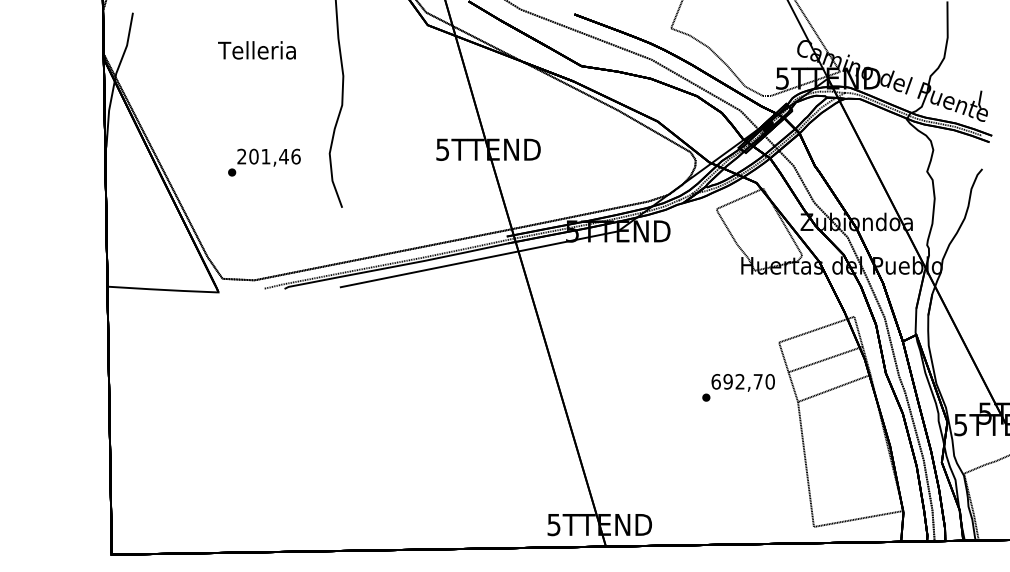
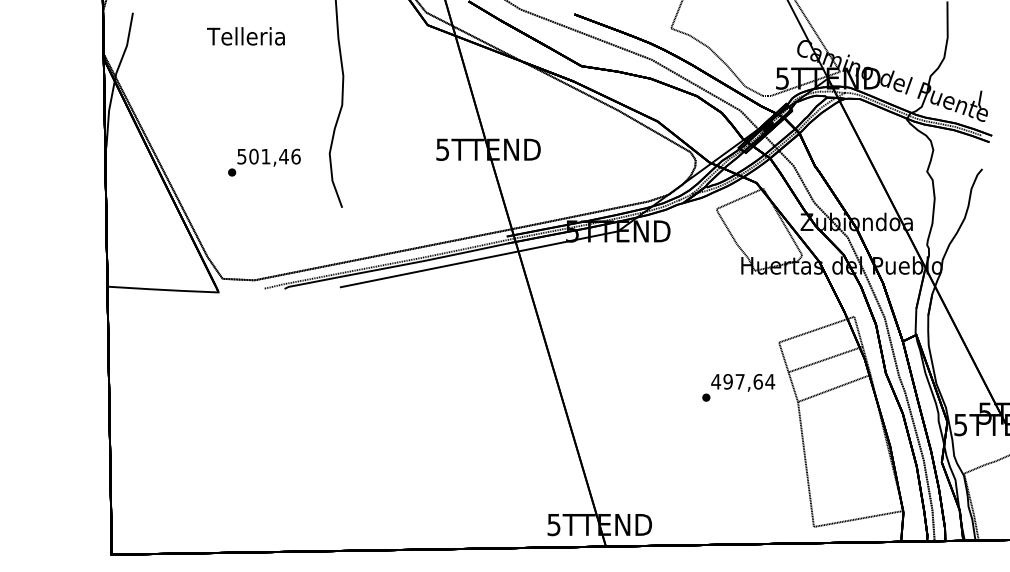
text at (256, 50) position: (256, 50) -> (245, 36)
text at (241, 156): 201,46 -> 501,46
text at (743, 381): 692,70 -> 497,64
